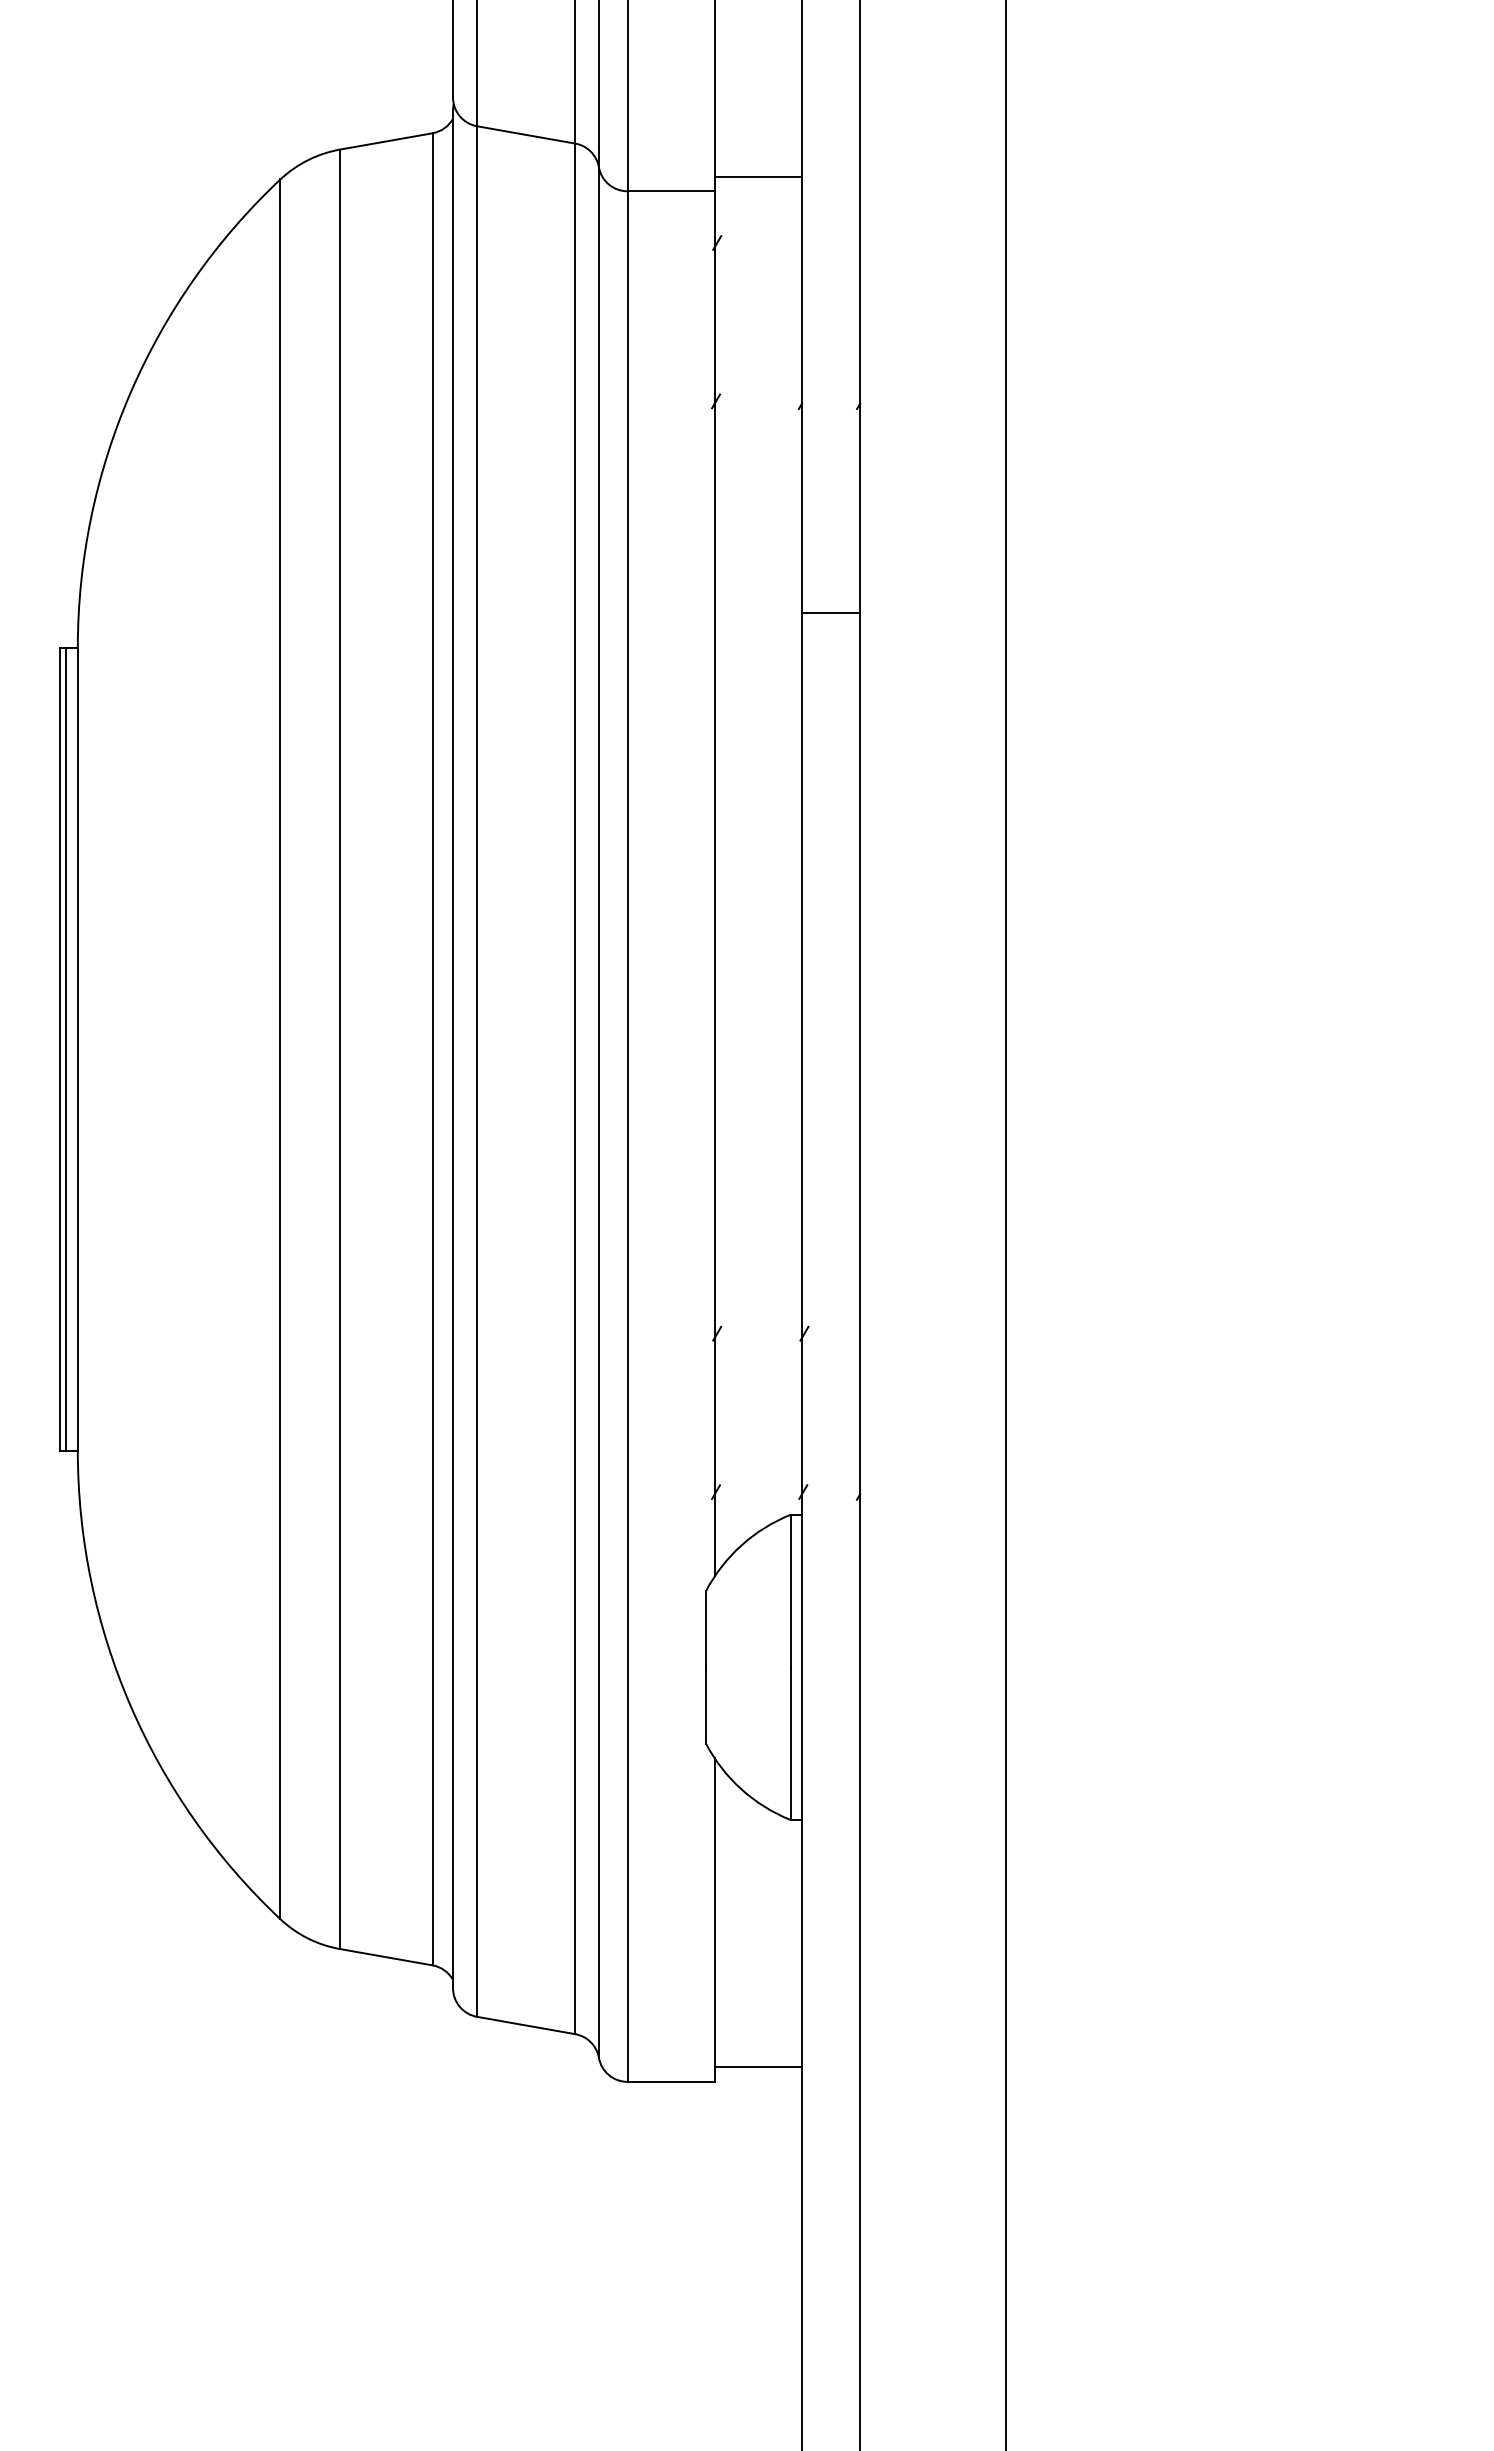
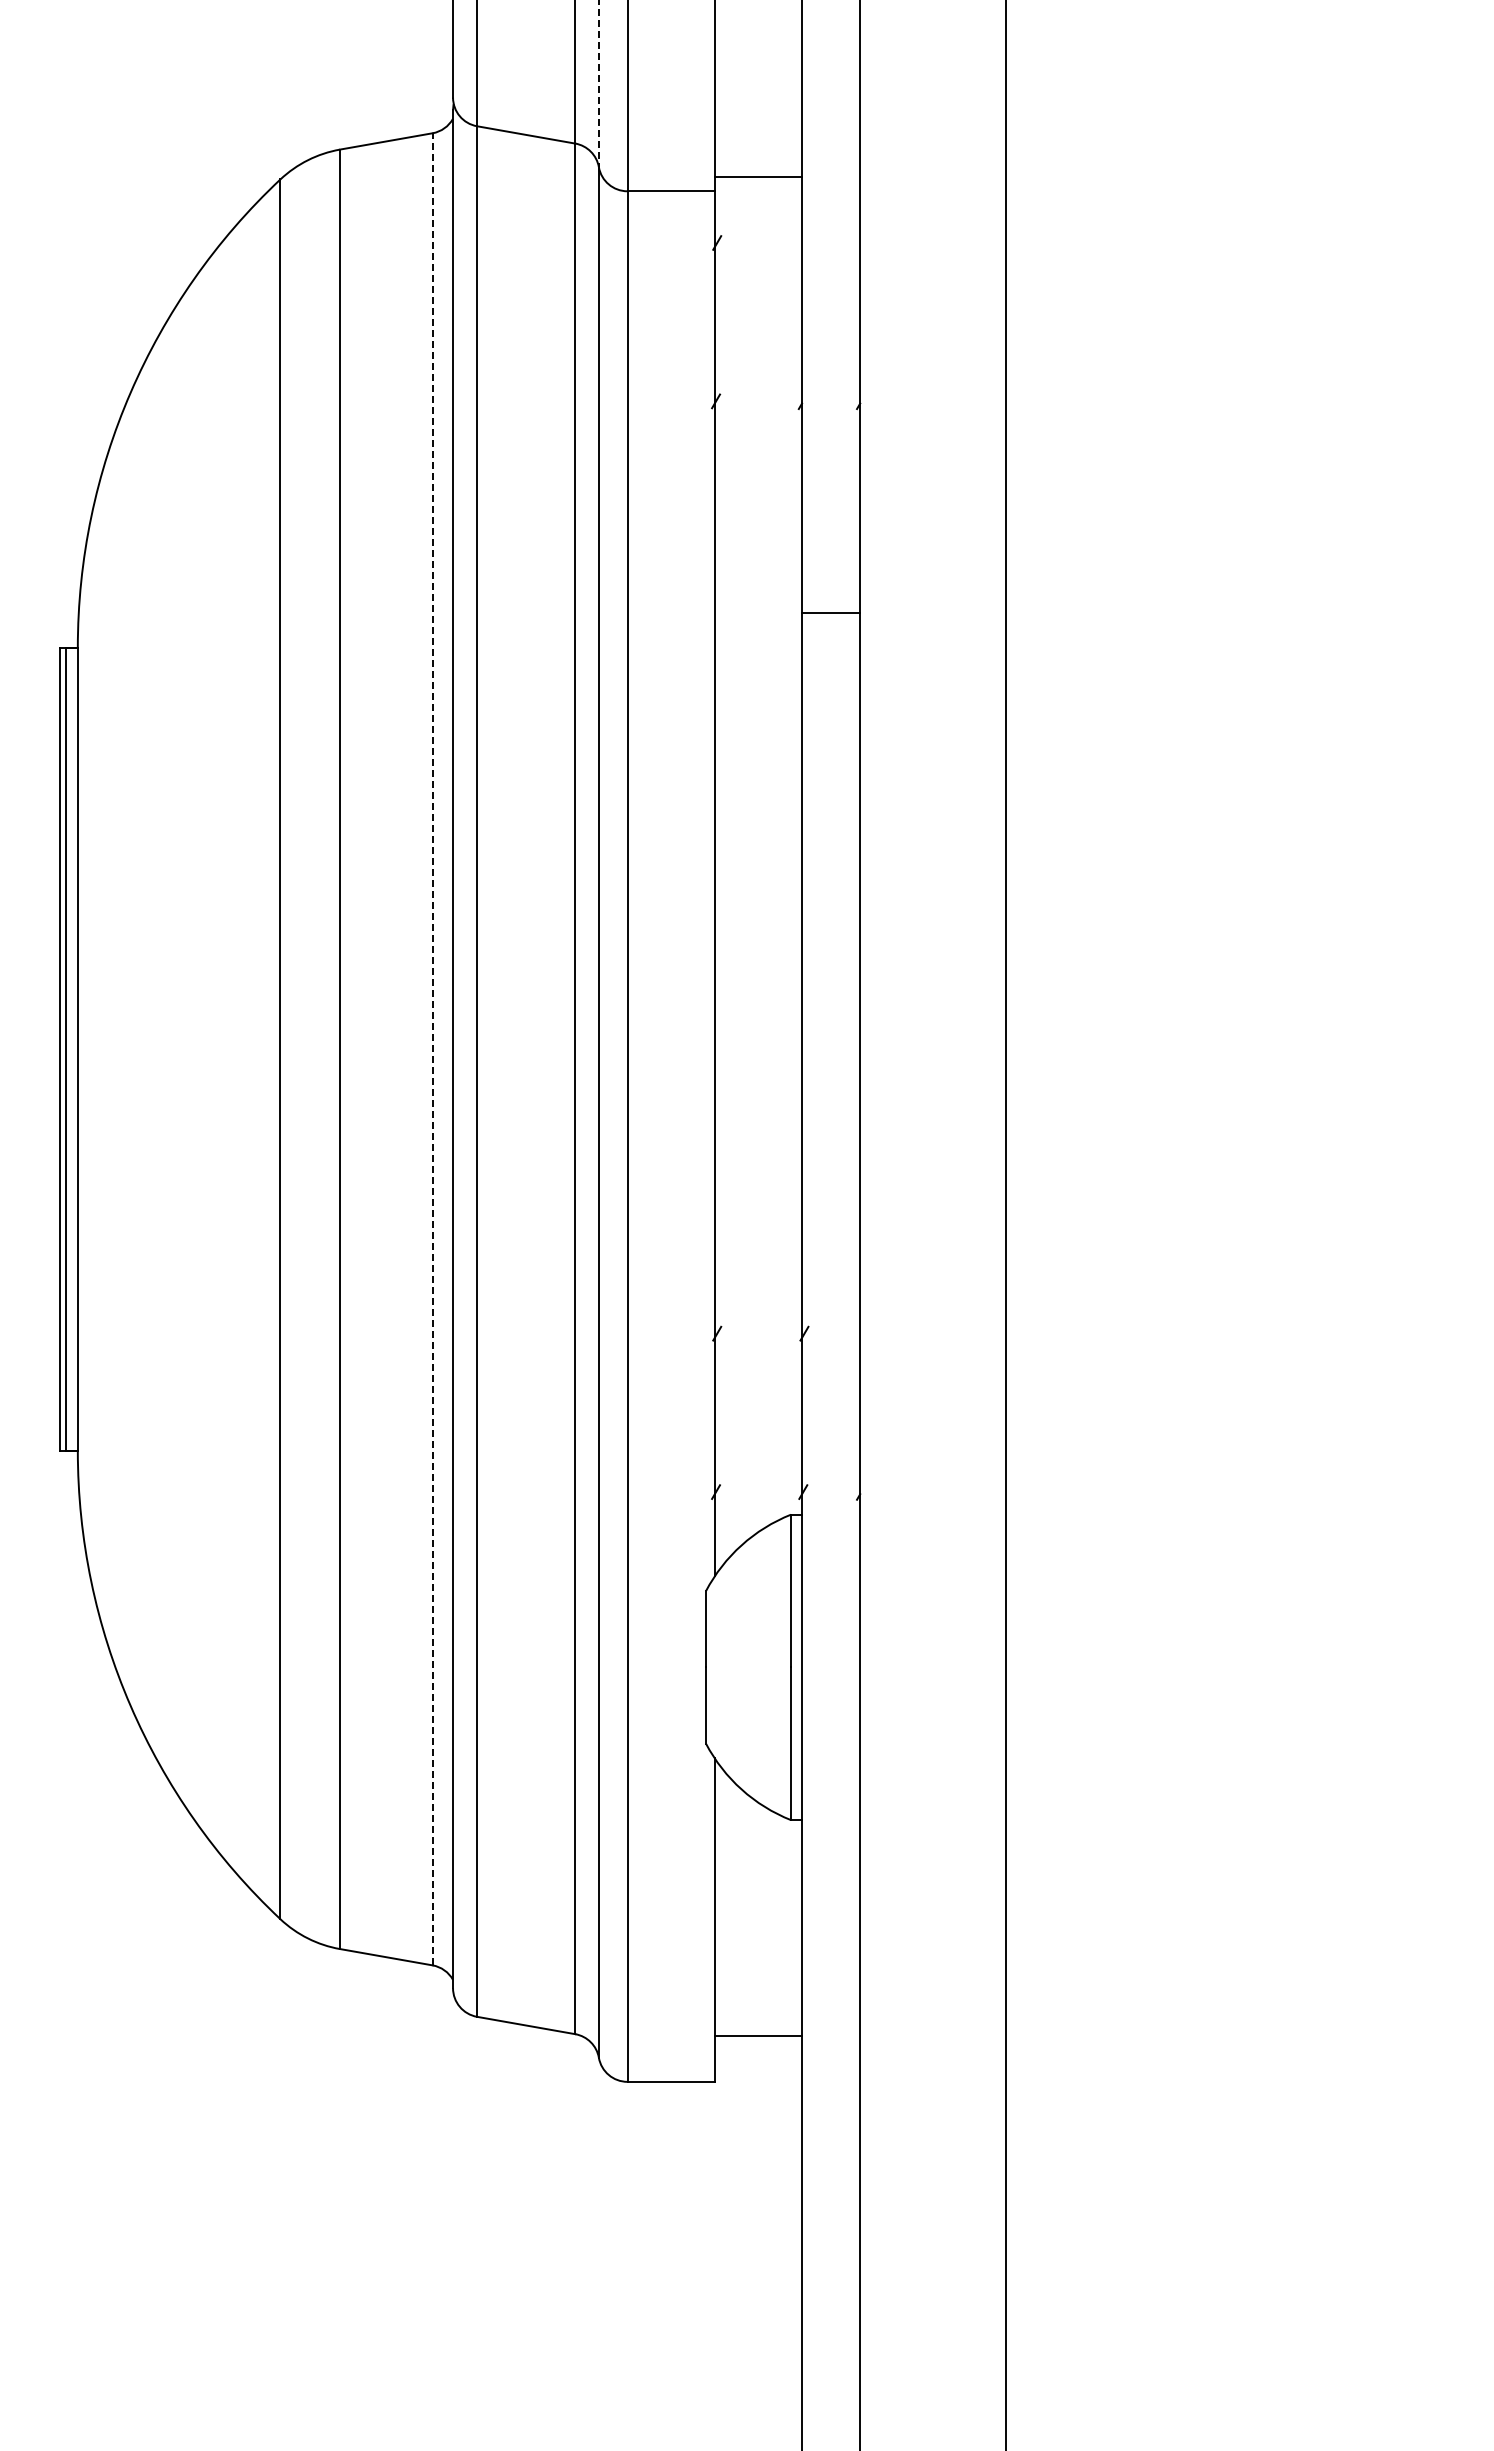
line at (598, 84): solid -> dashed
line at (432, 1048): solid -> dashed
line at (758, 2067) position: (758, 2067) -> (758, 2036)
